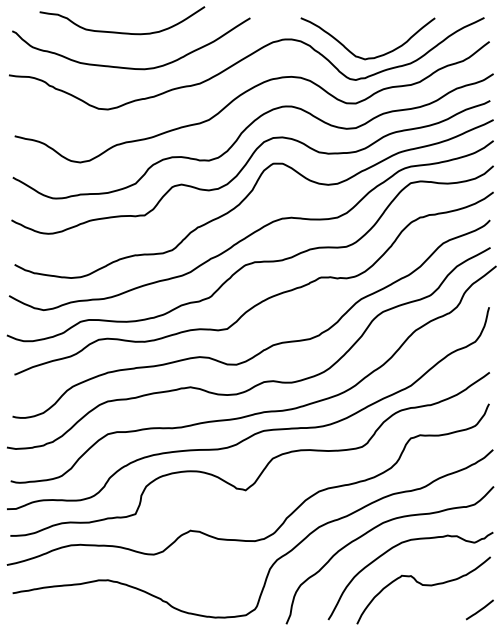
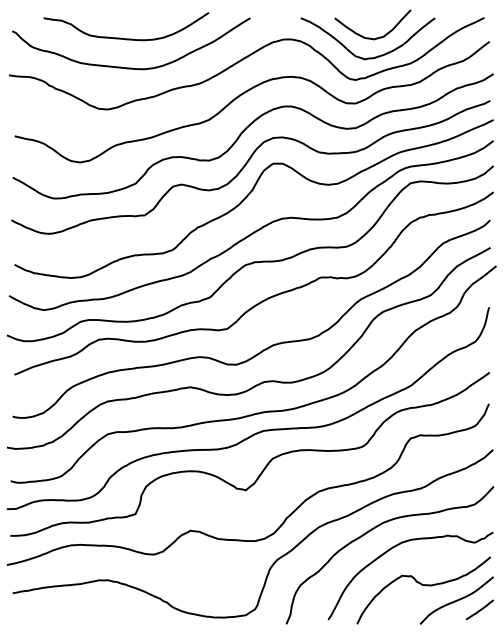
curve at (122, 32) position: (122, 32) -> (126, 38)
curve at (370, 37): none -> present
curve at (456, 600): none -> present
